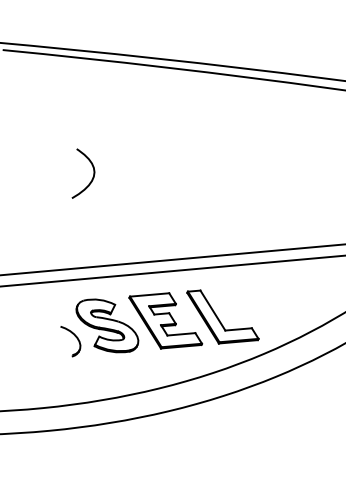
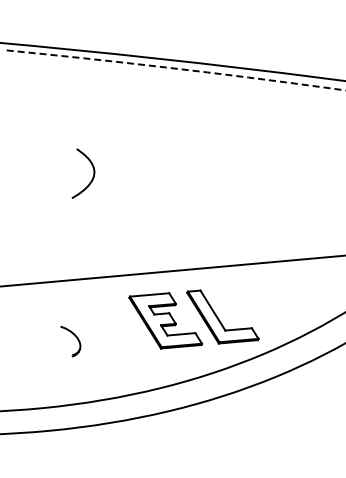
arc at (173, 68): solid -> dashed
line at (172, 259): present -> none
part at (107, 325): present -> none
